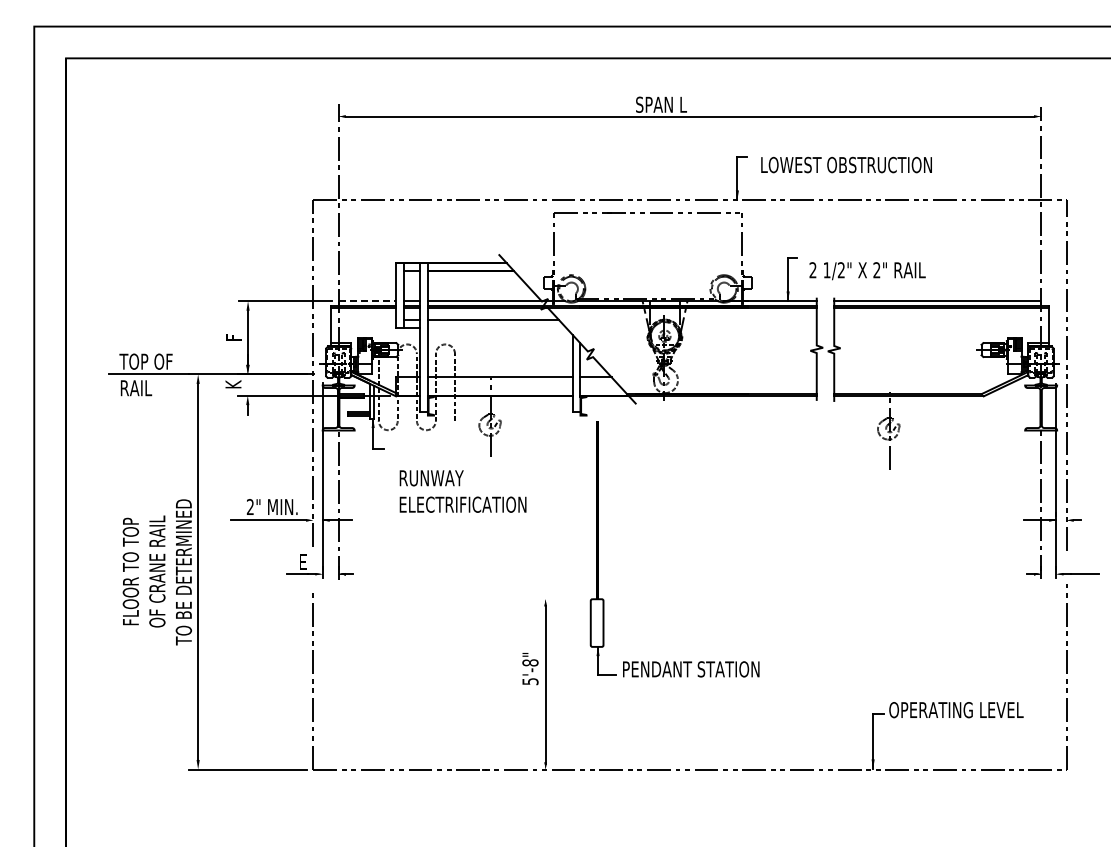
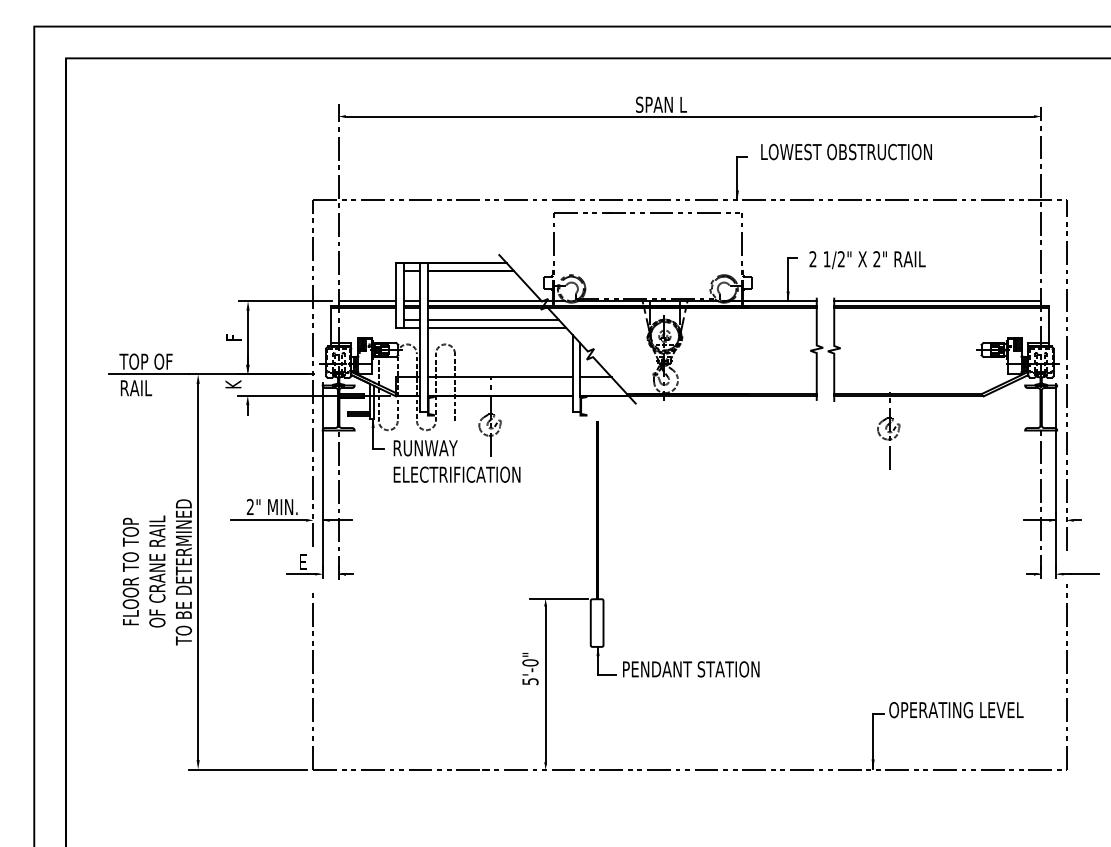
text at (846, 164) position: (846, 164) -> (846, 151)
text at (867, 271) position: (867, 271) -> (867, 260)
line at (367, 301): dashed -> solid
line at (496, 328): none -> present
text at (462, 491) position: (462, 491) -> (456, 461)
line at (558, 599): none -> present
text at (530, 662): 5'-8" -> 5'-0"
